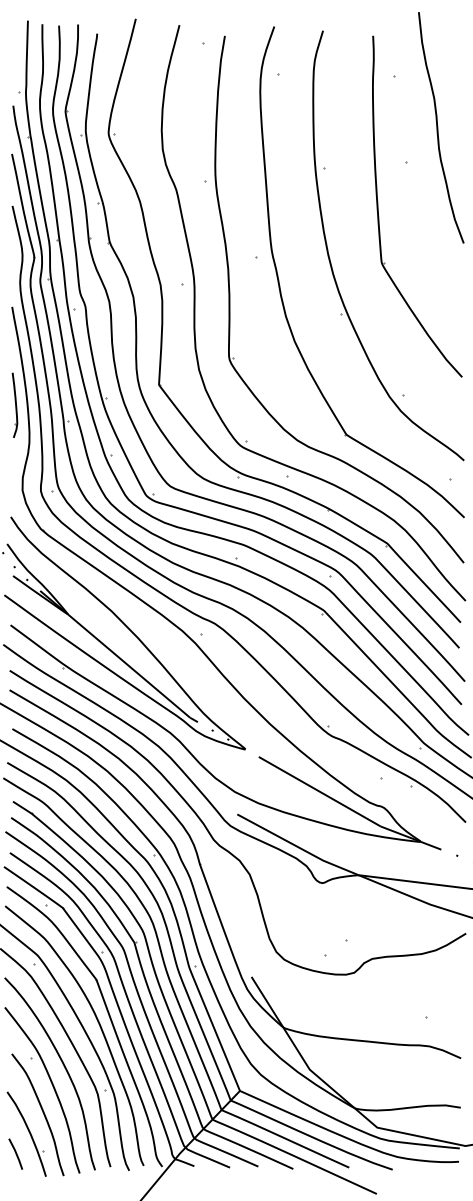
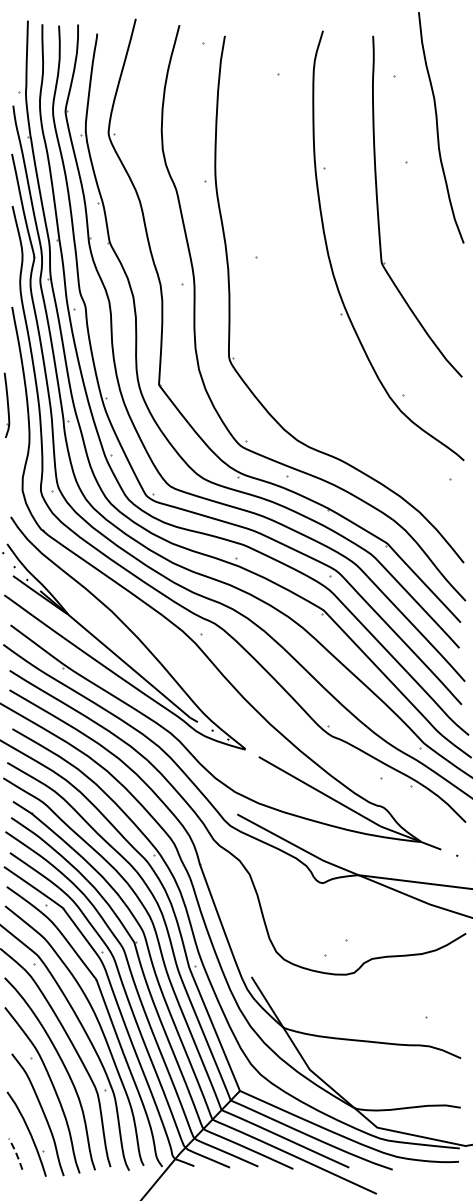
part at (280, 285): present -> none
part at (14, 404) position: (14, 404) -> (6, 404)
line at (16, 1153): solid -> dashed
